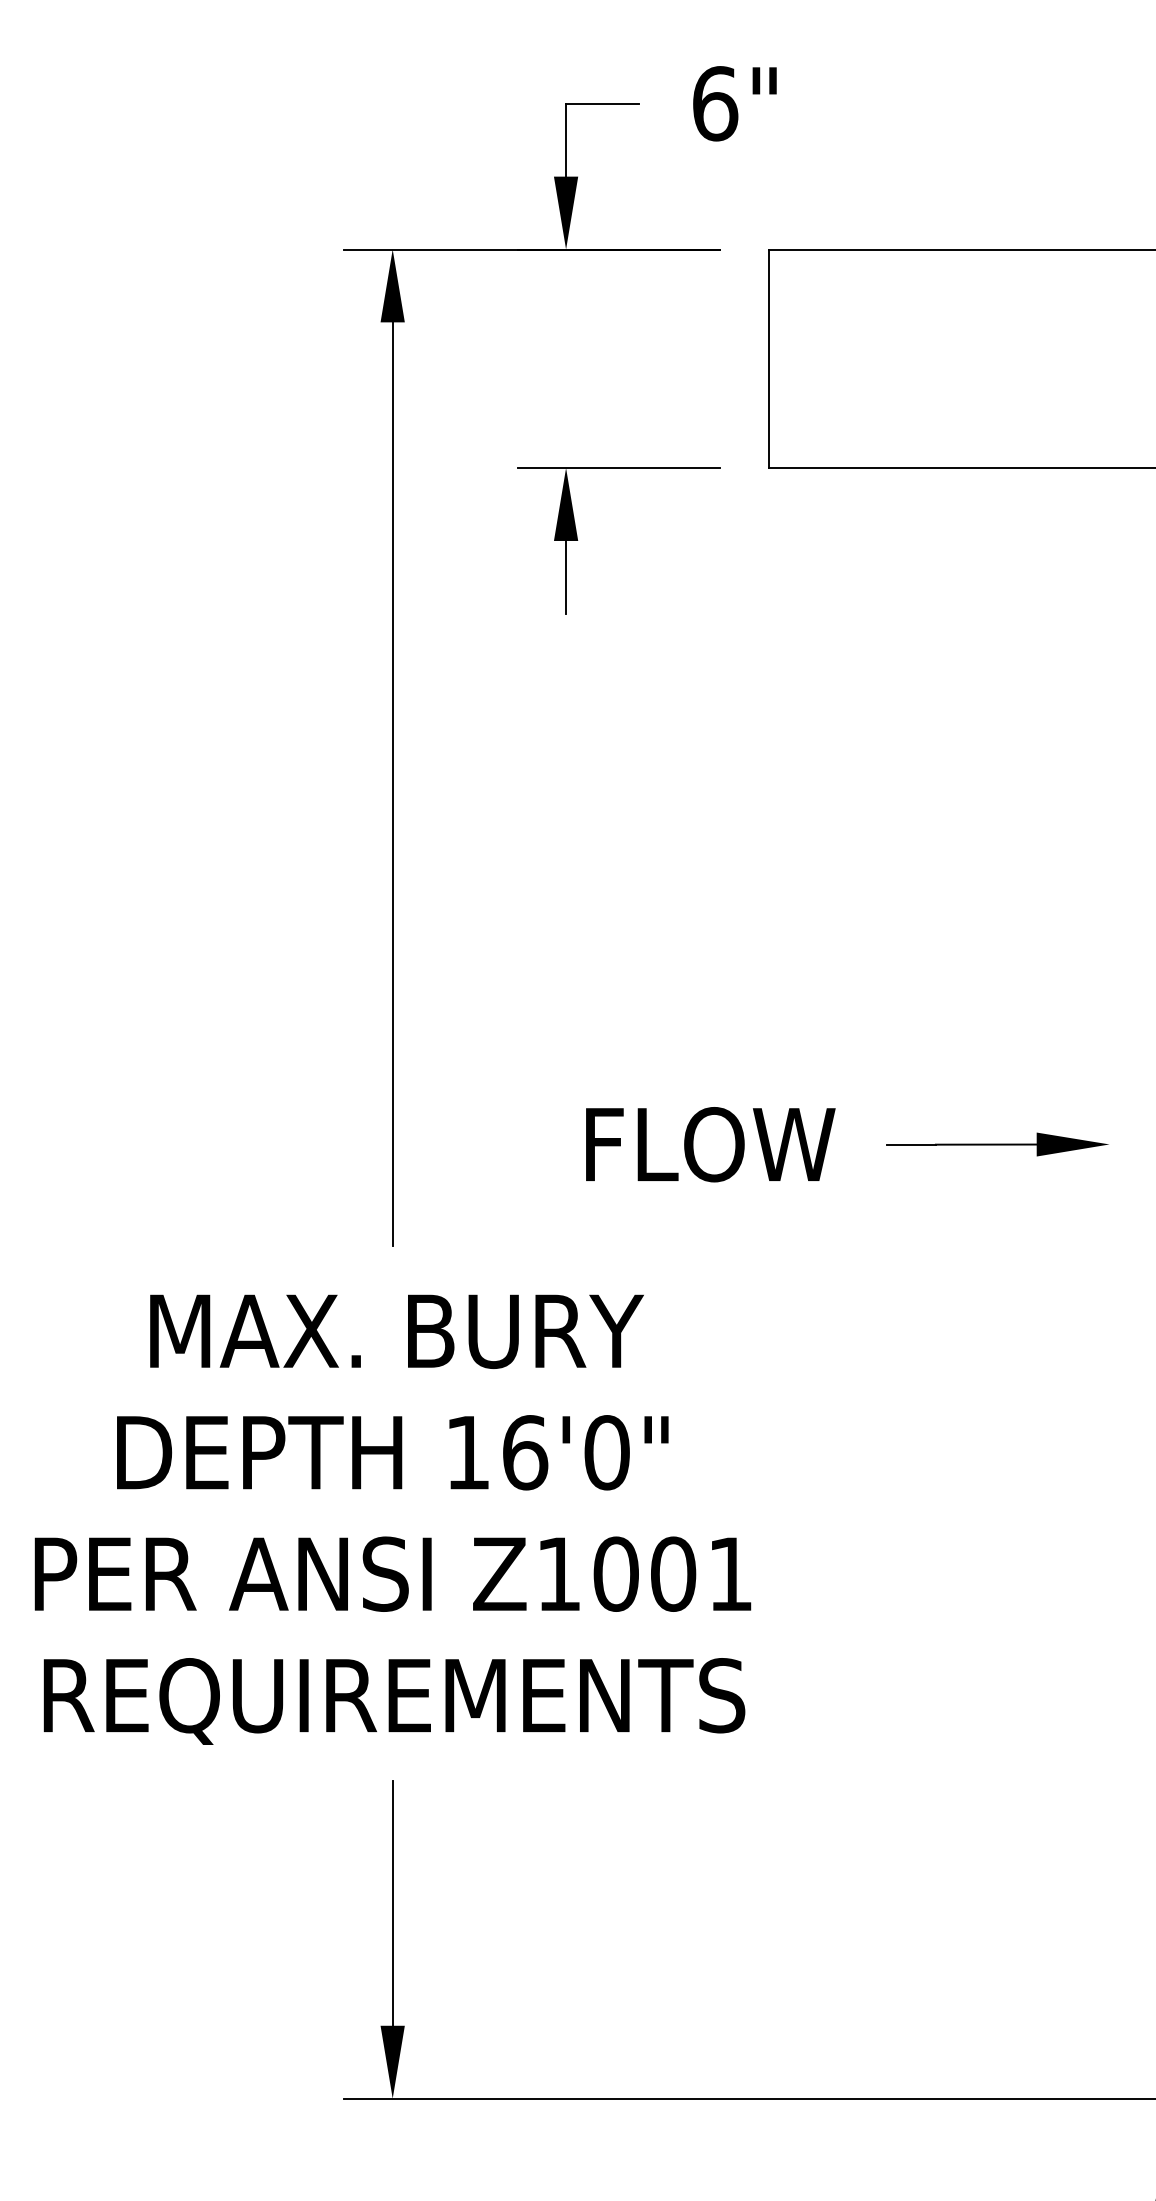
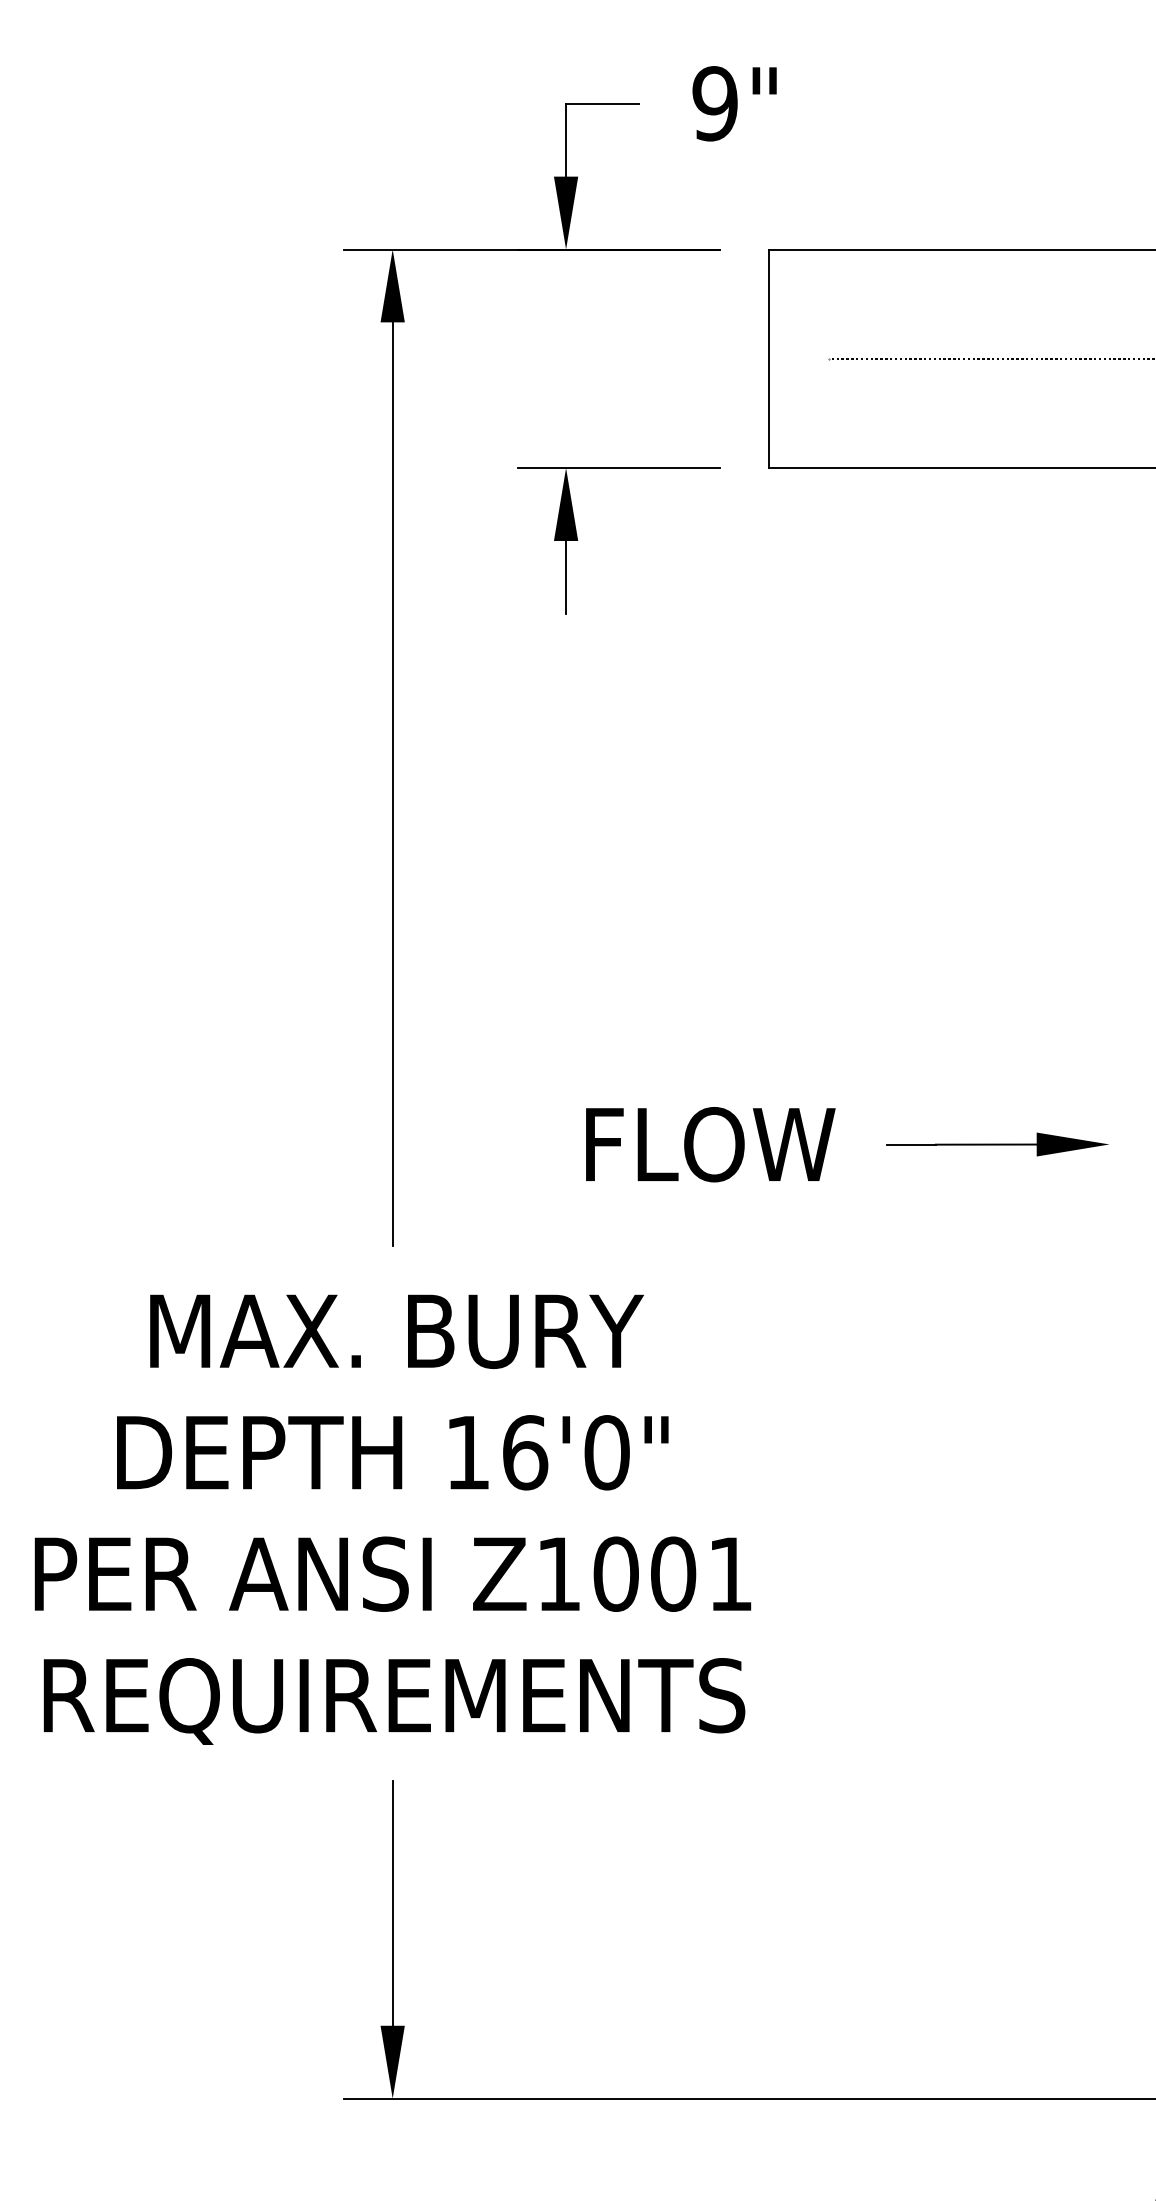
text at (715, 103): 6" -> 9"
line at (990, 358): none -> present
